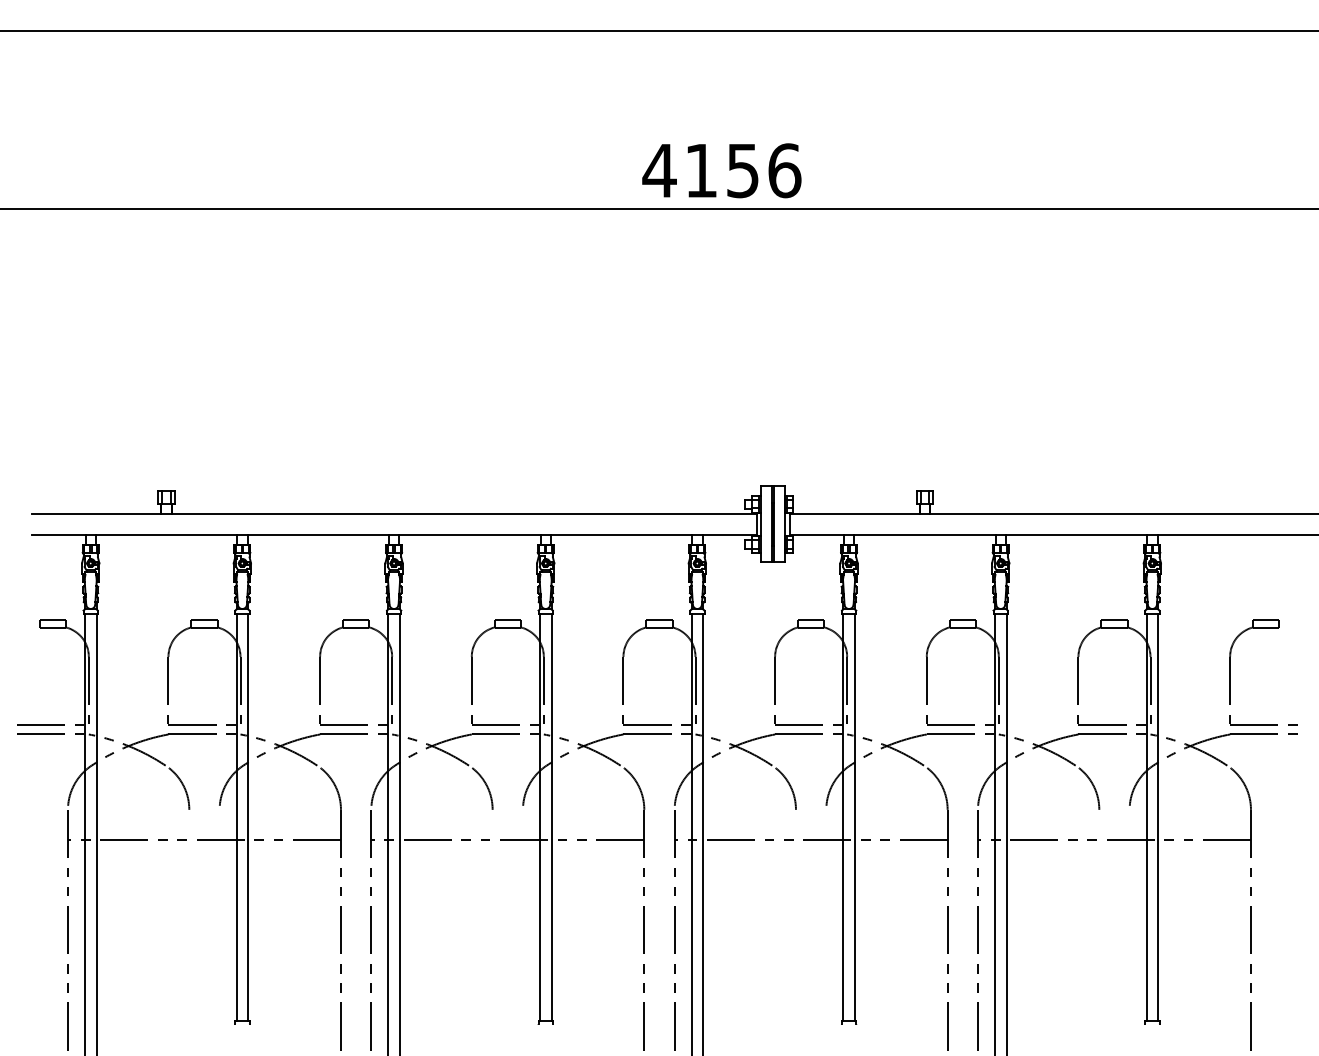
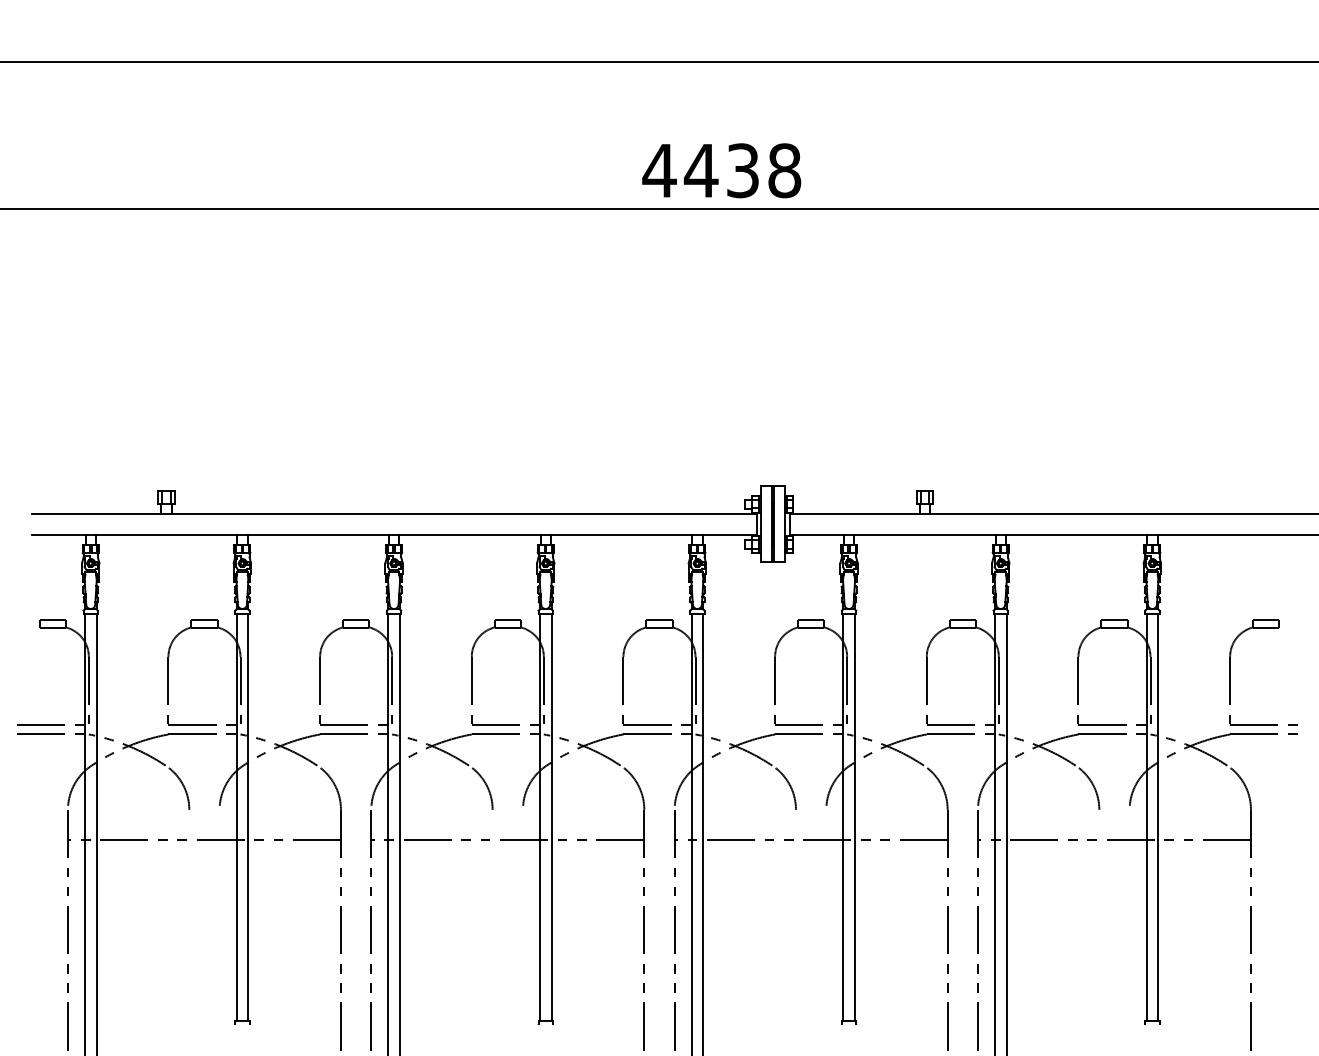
line at (658, 31) position: (658, 31) -> (658, 62)
text at (742, 170): 4156 -> 4438
